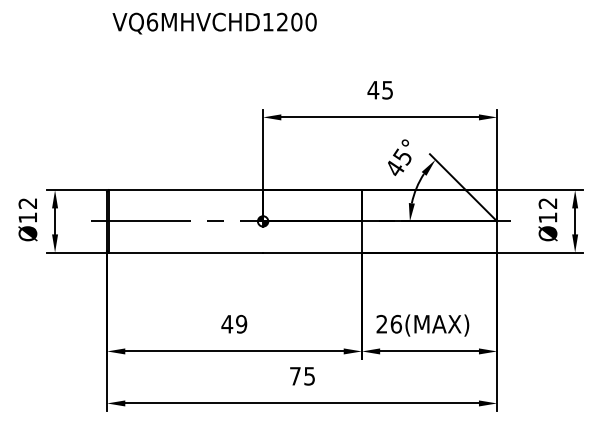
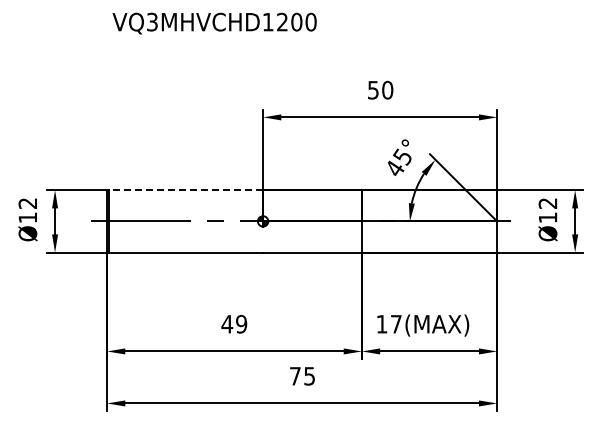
text at (152, 21): VQ6MHVCHD1200 -> VQ3MHVCHD1200
text at (380, 89): 45 -> 50
line at (185, 190): solid -> dashed
text at (389, 323): 26(MAX) -> 17(MAX)
